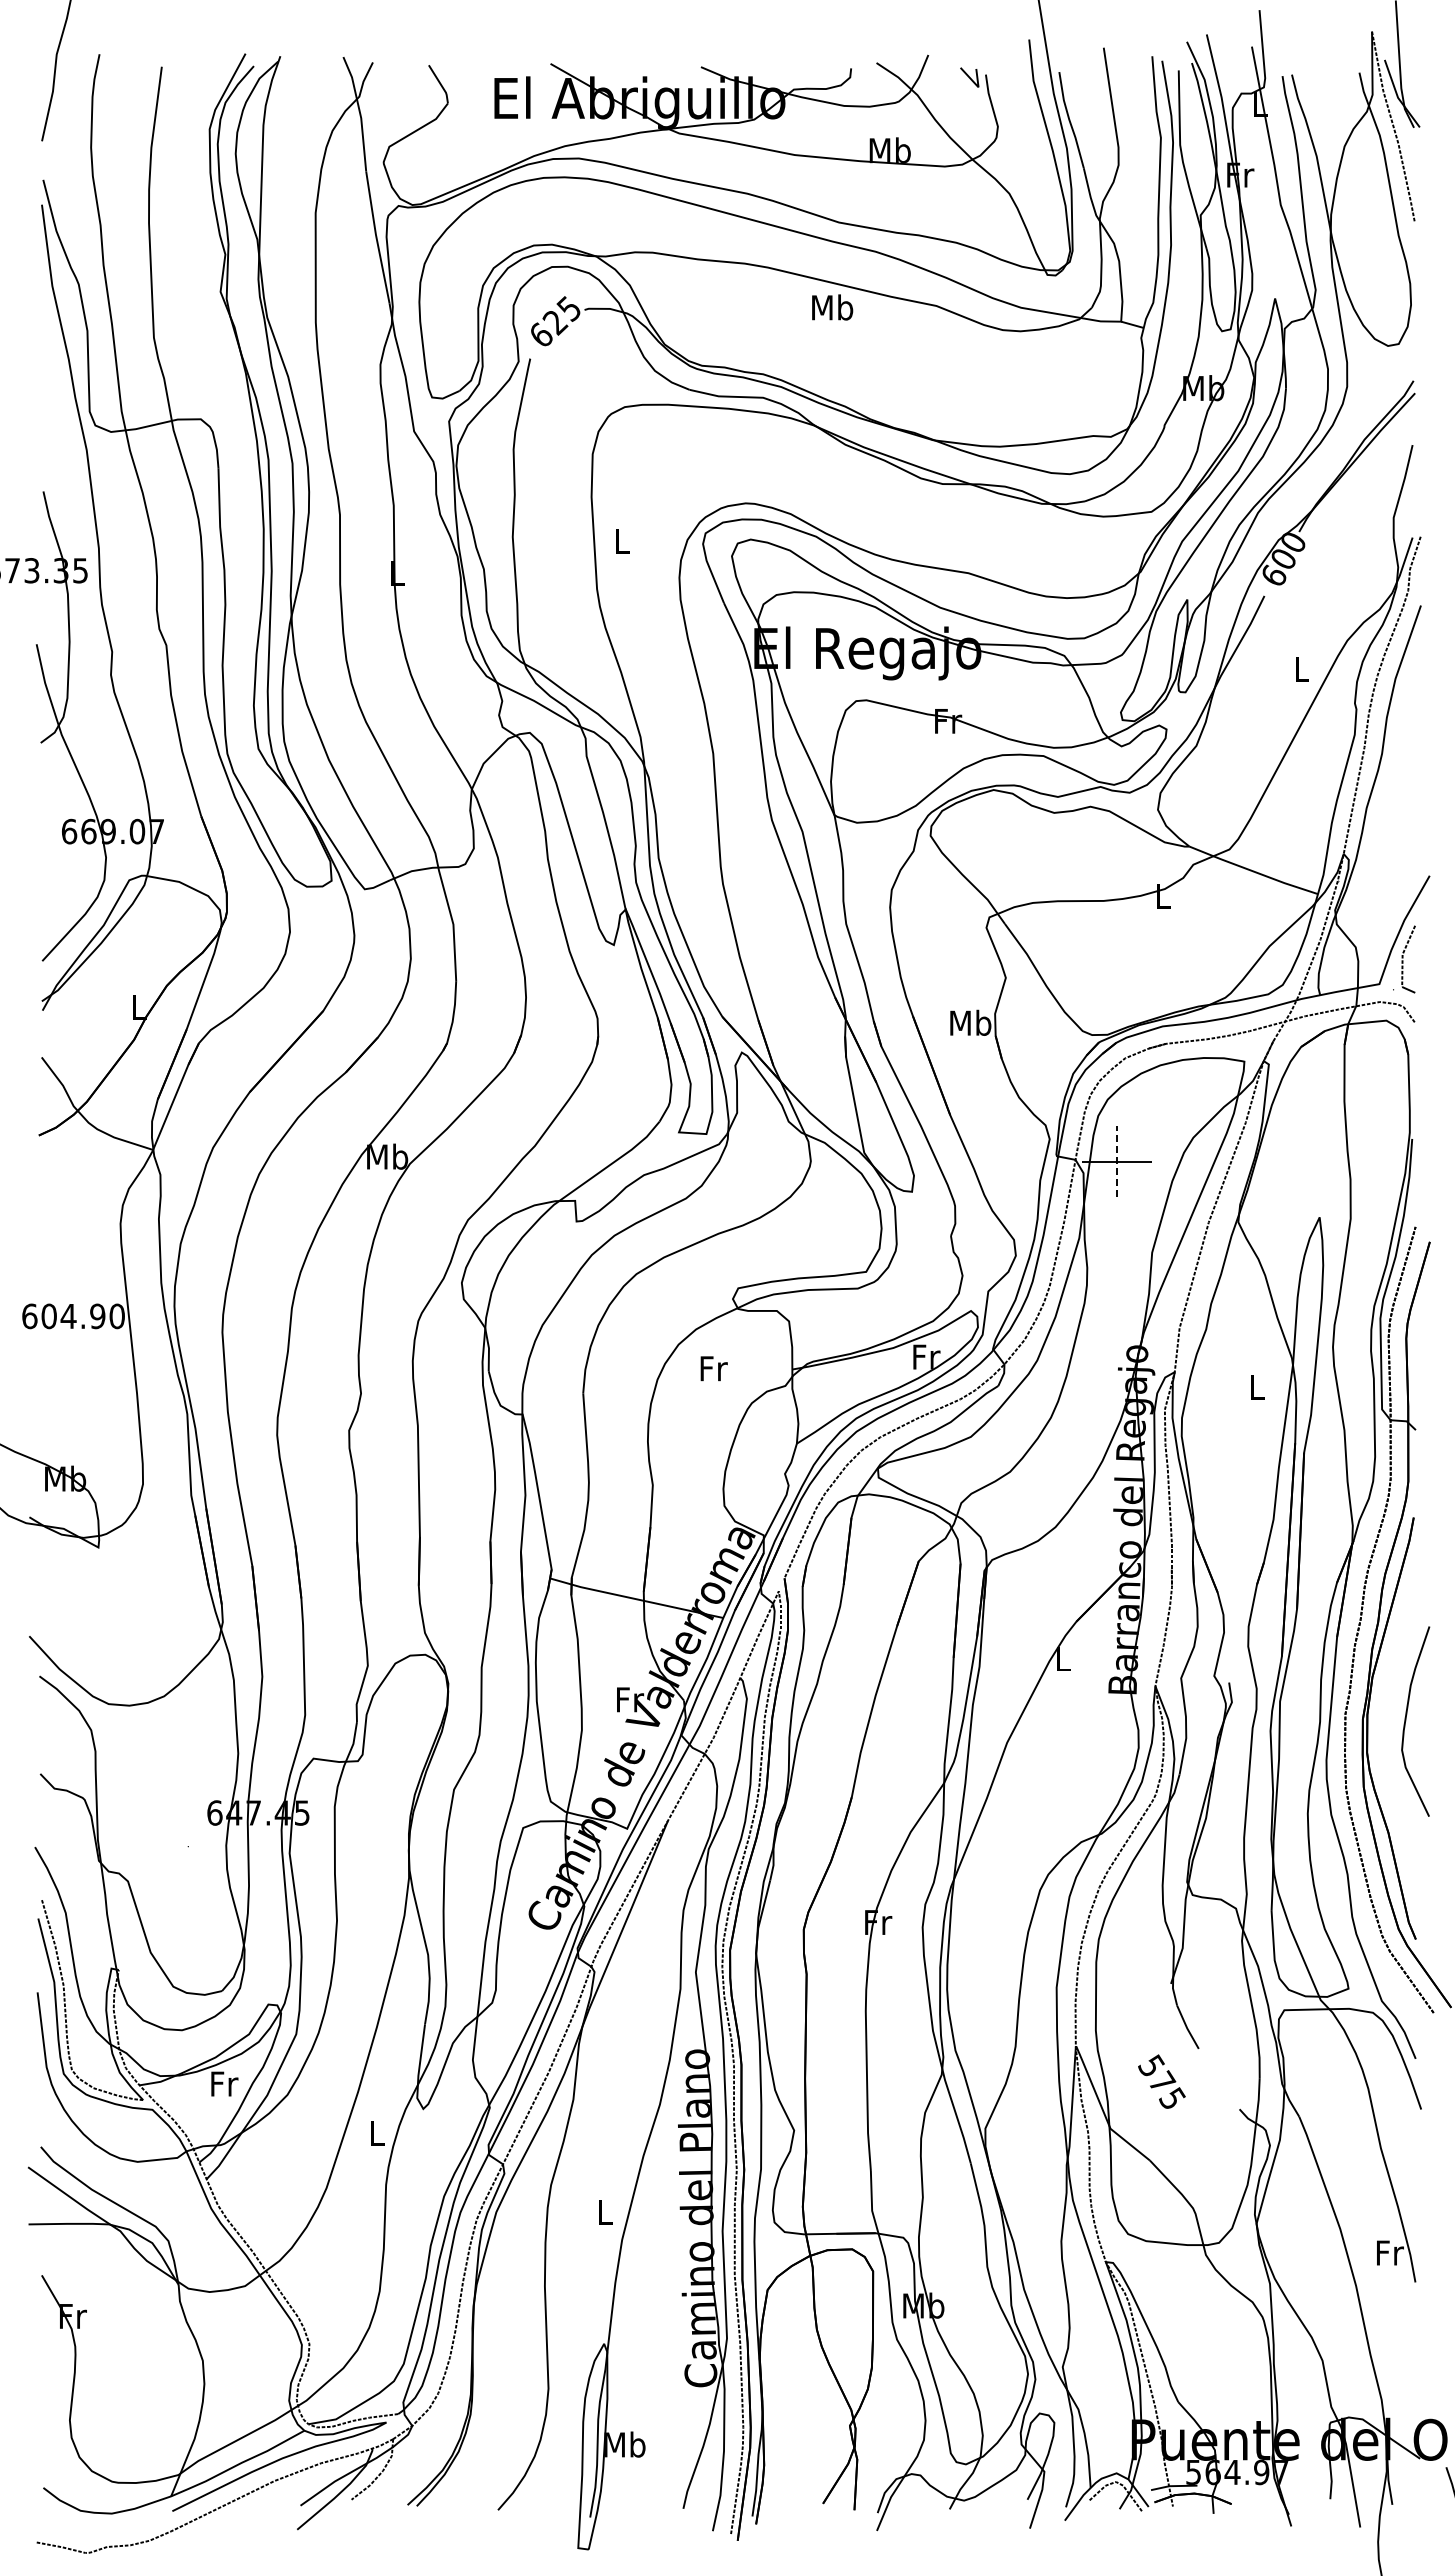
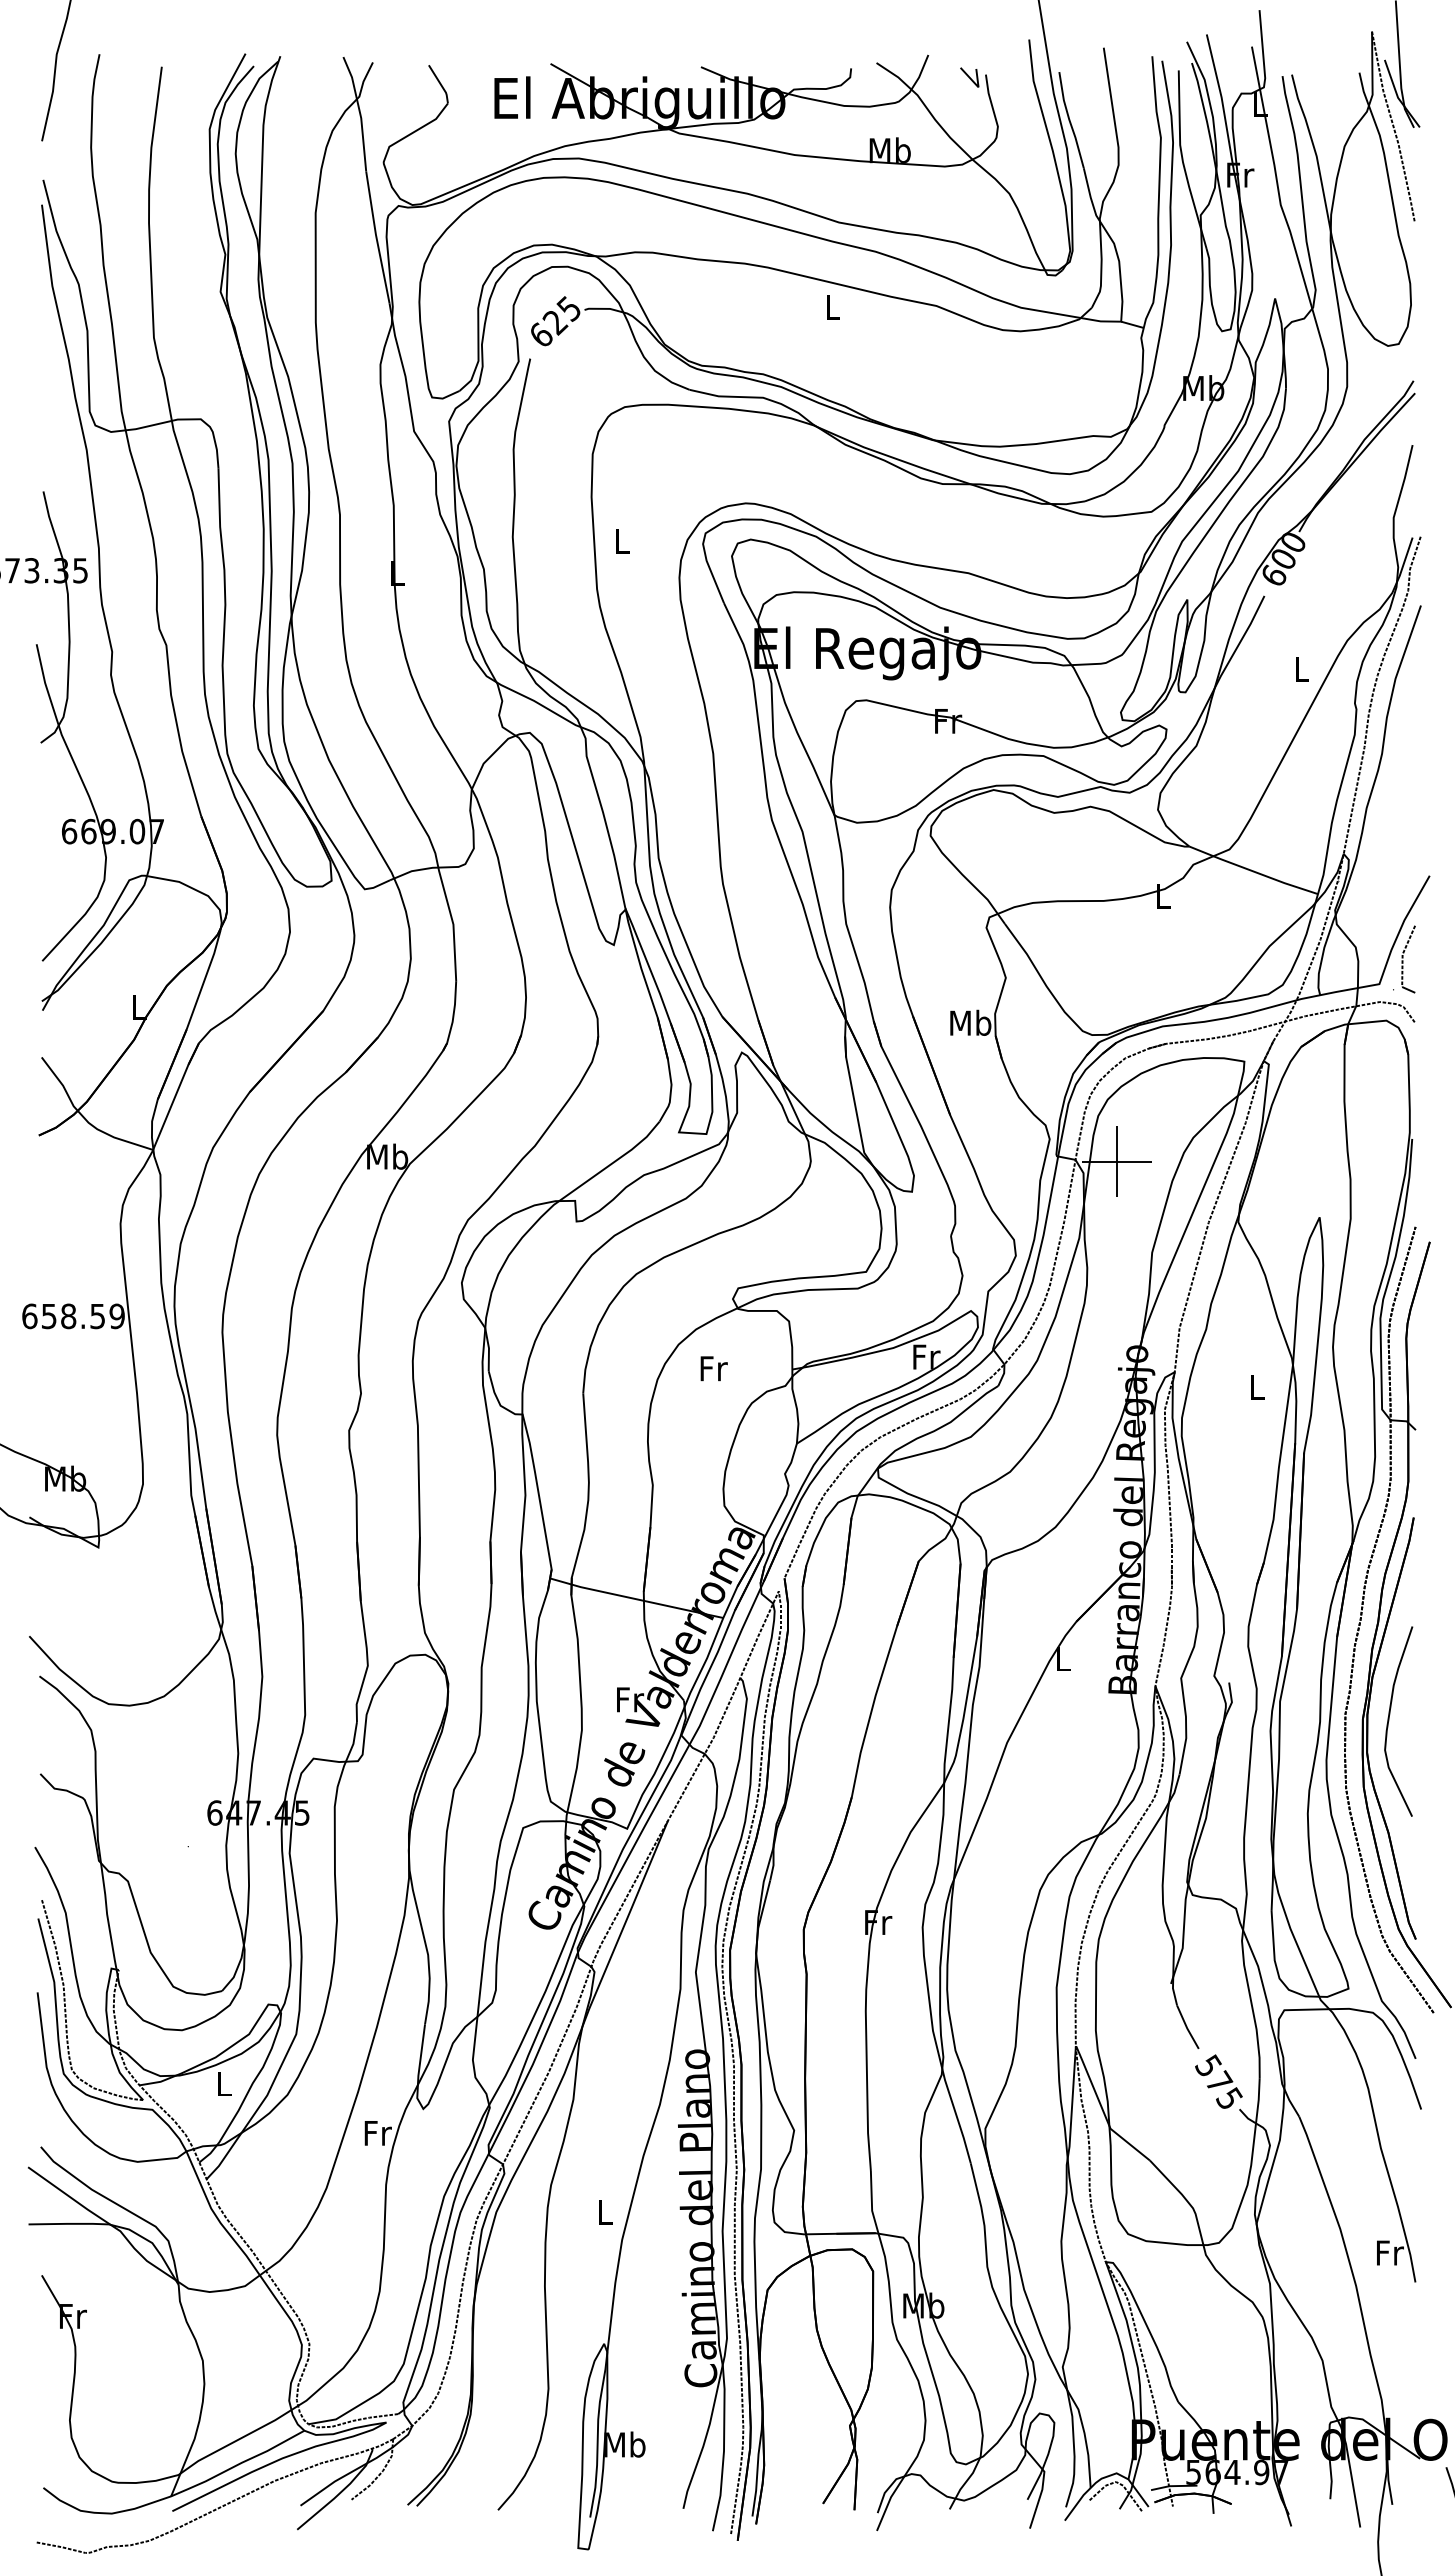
text at (832, 307): Mb -> L
line at (1116, 1161): dashed -> solid
text at (82, 1316): 604.90 -> 658.59
curve at (1406, 1721) position: (1406, 1721) -> (1389, 1721)
text at (1161, 2081) position: (1161, 2081) -> (1218, 2081)
text at (224, 2083): Fr -> L
text at (377, 2133): L -> Fr
